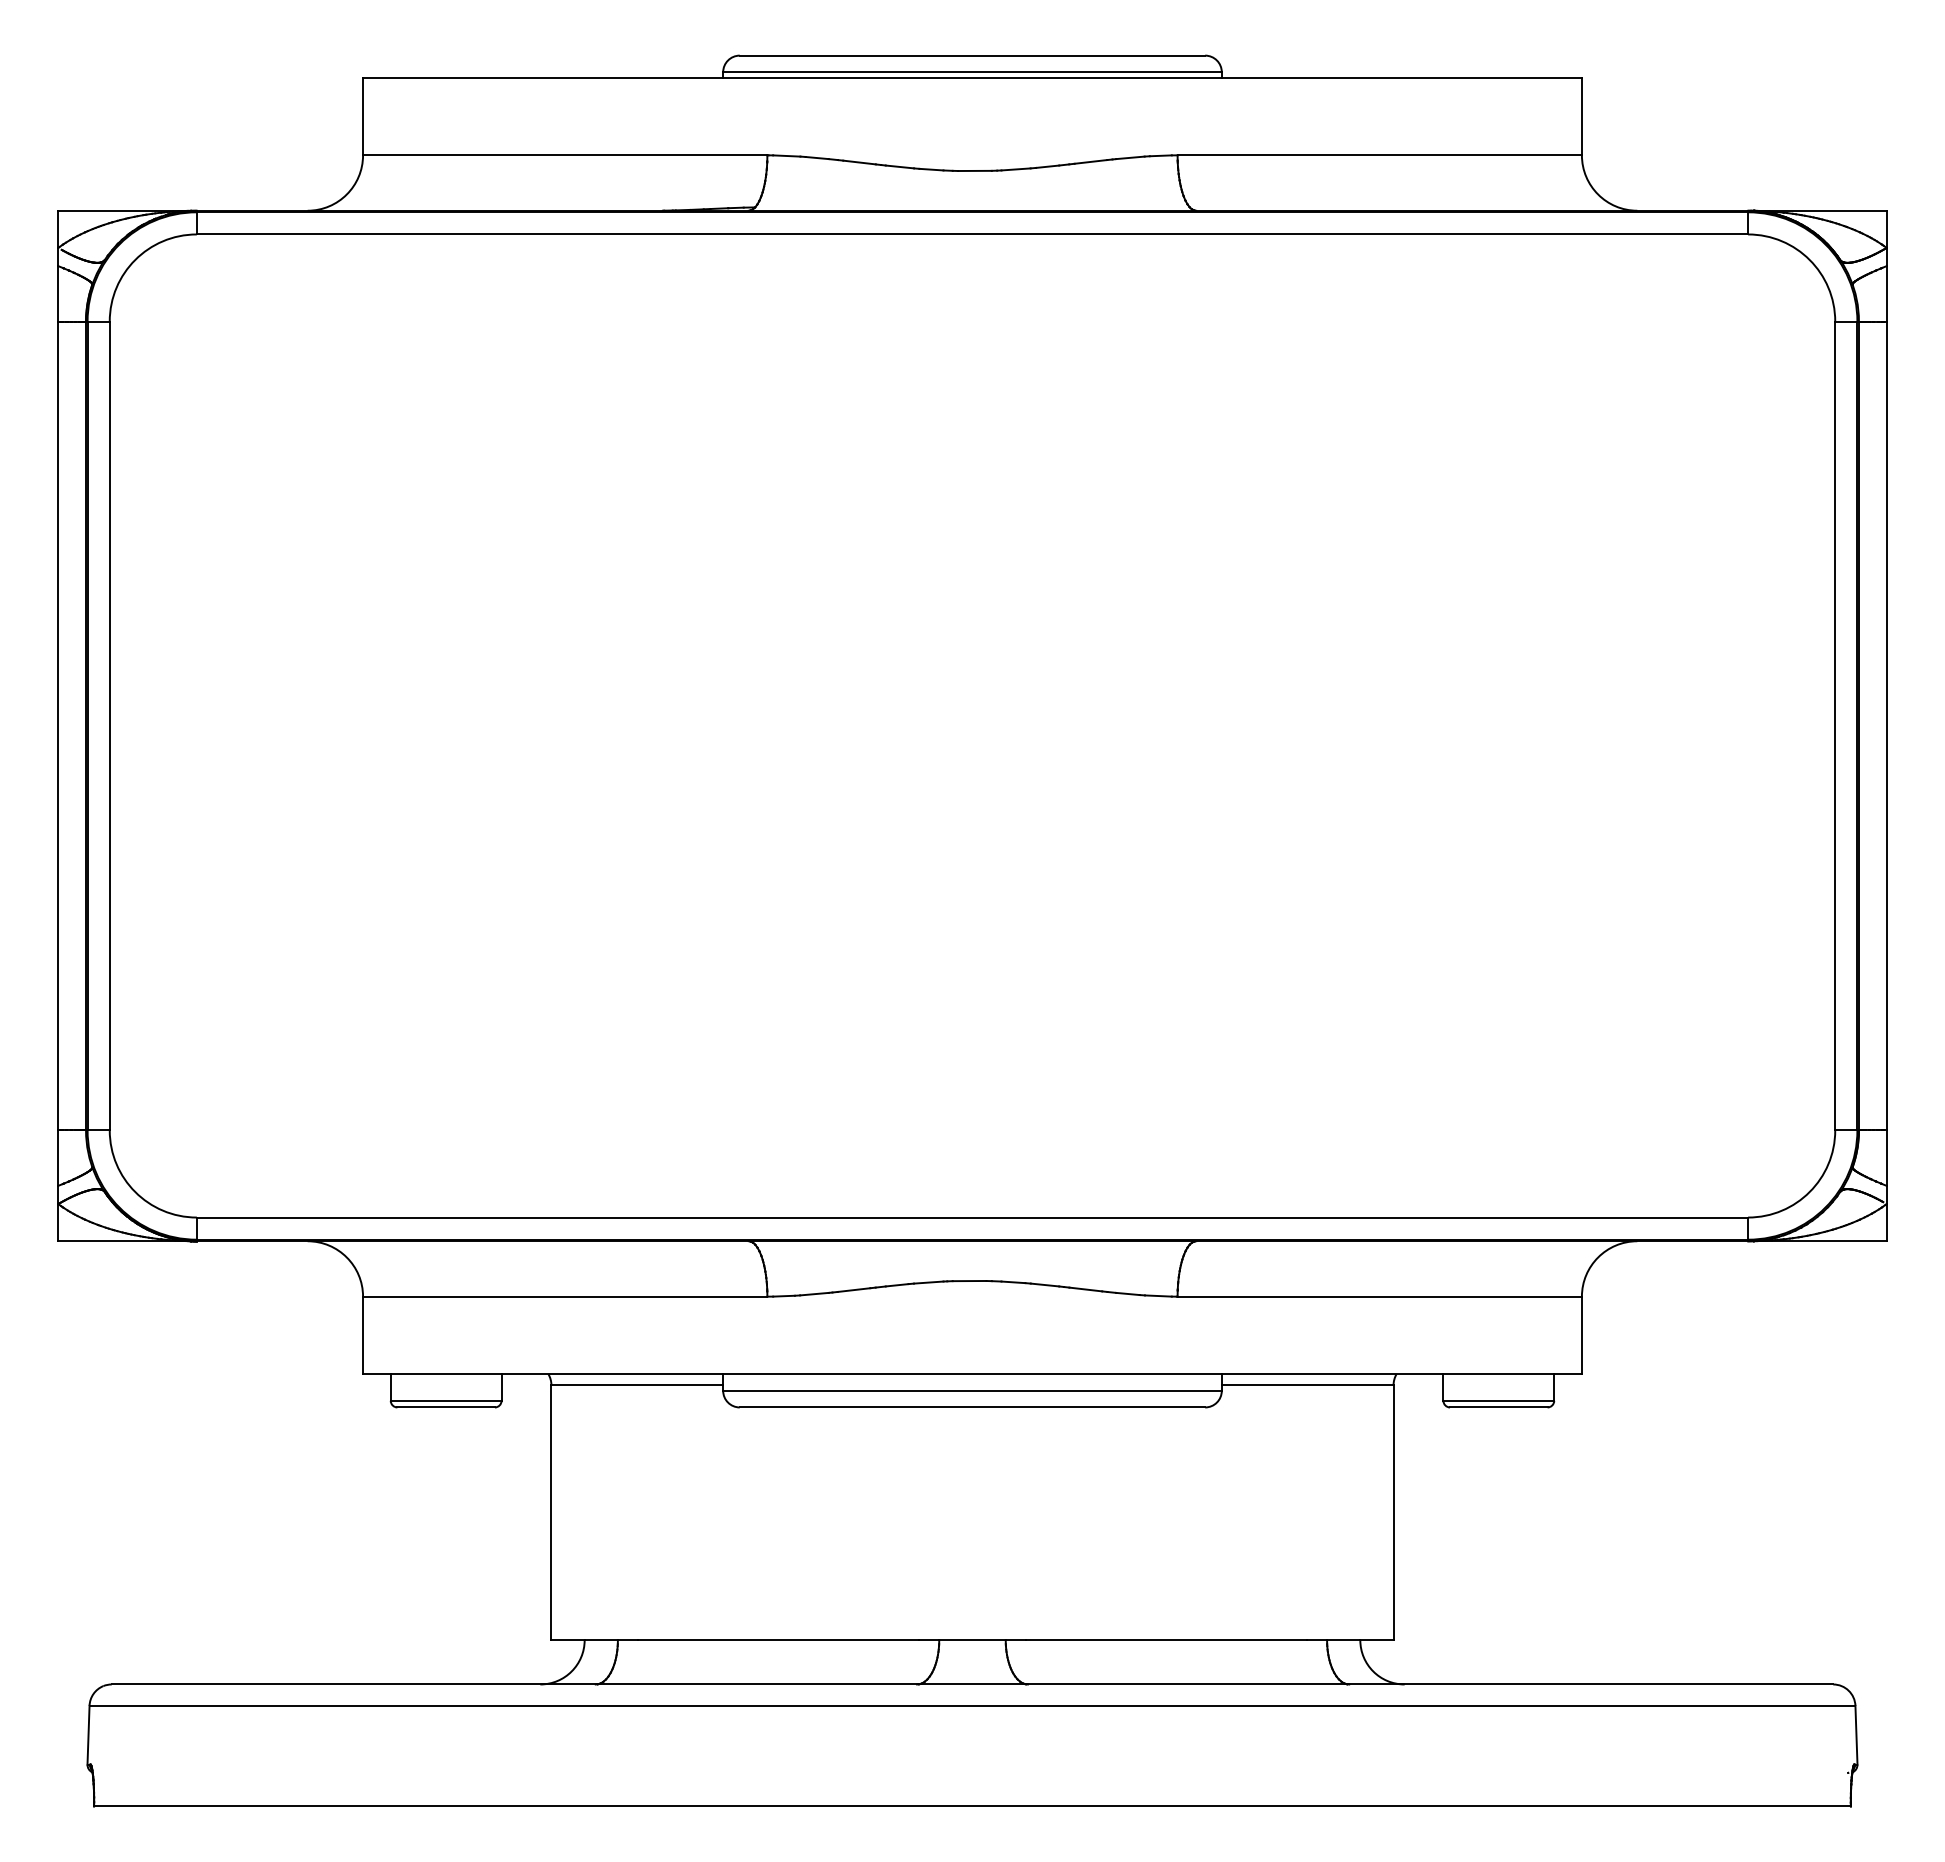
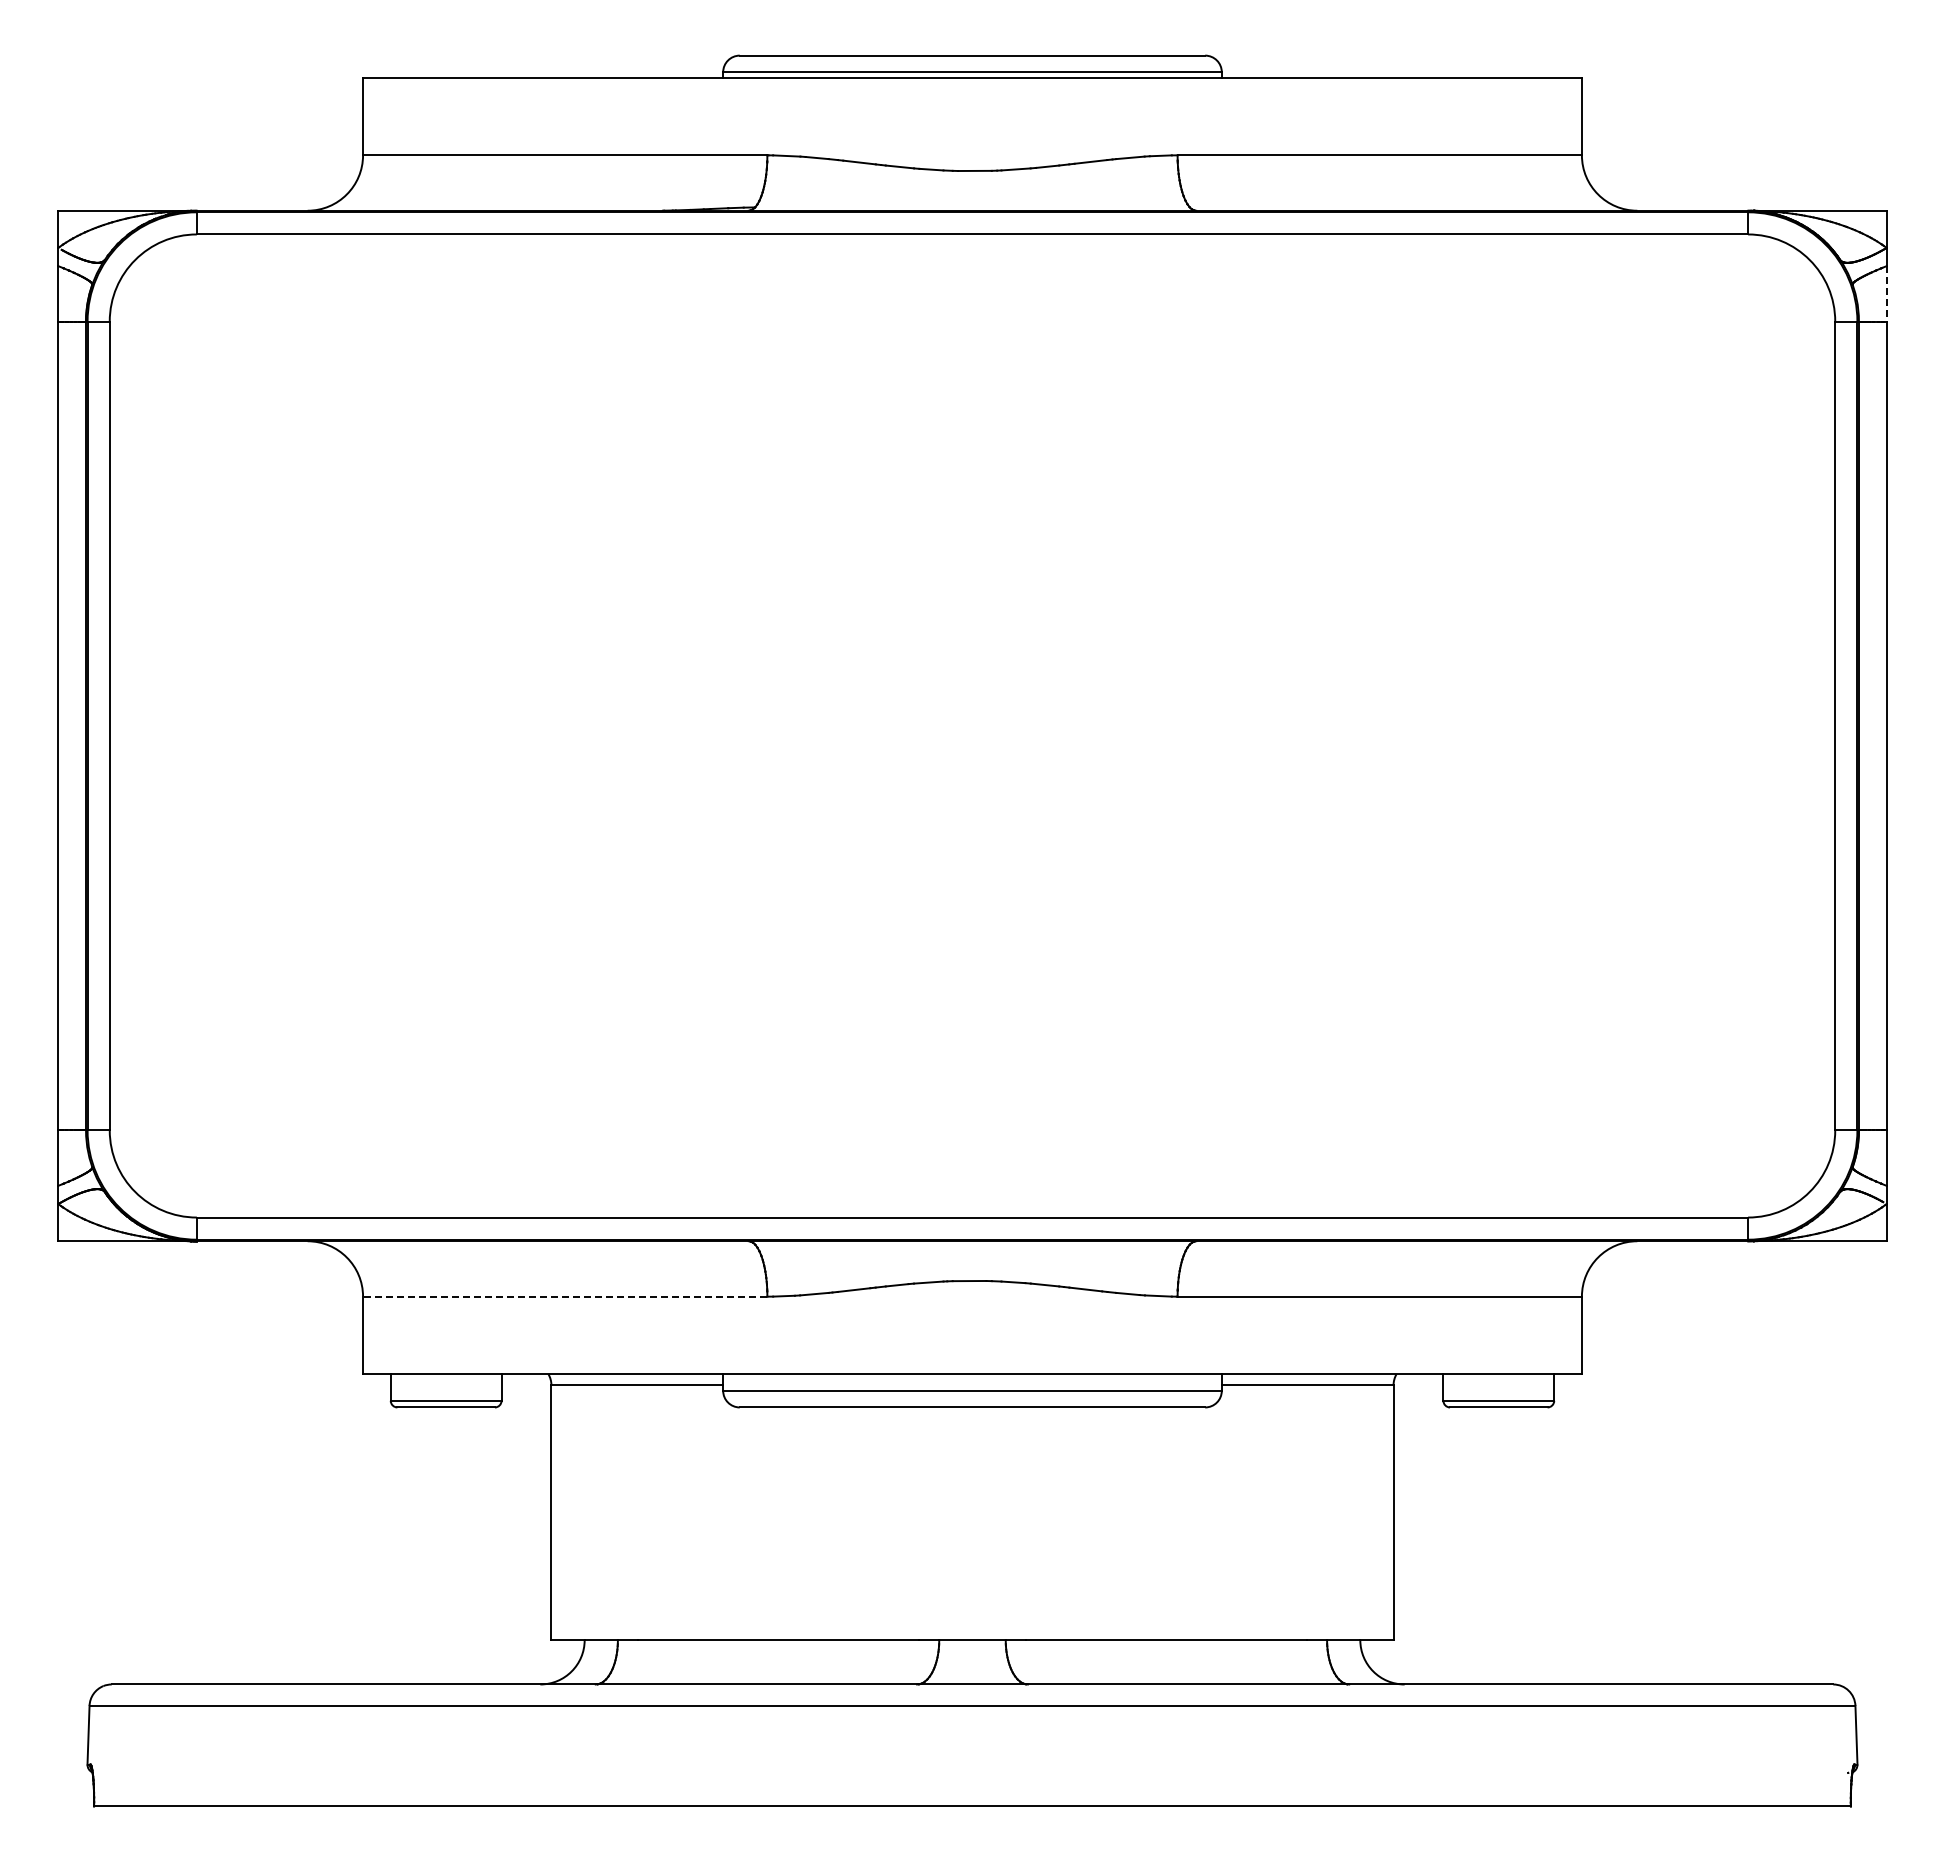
line at (1886, 293): solid -> dashed
line at (564, 1296): solid -> dashed
